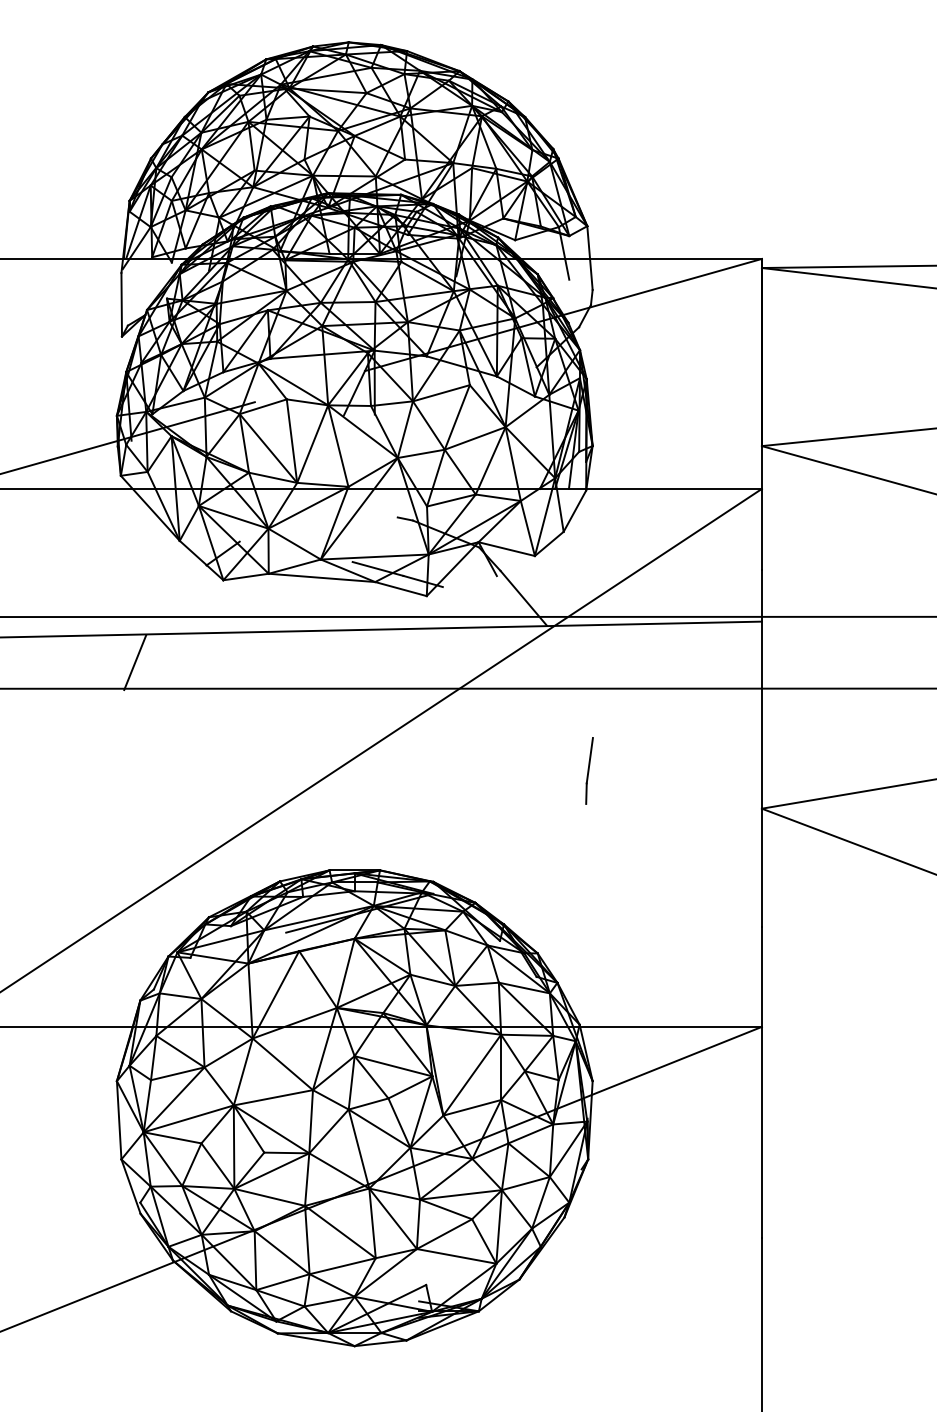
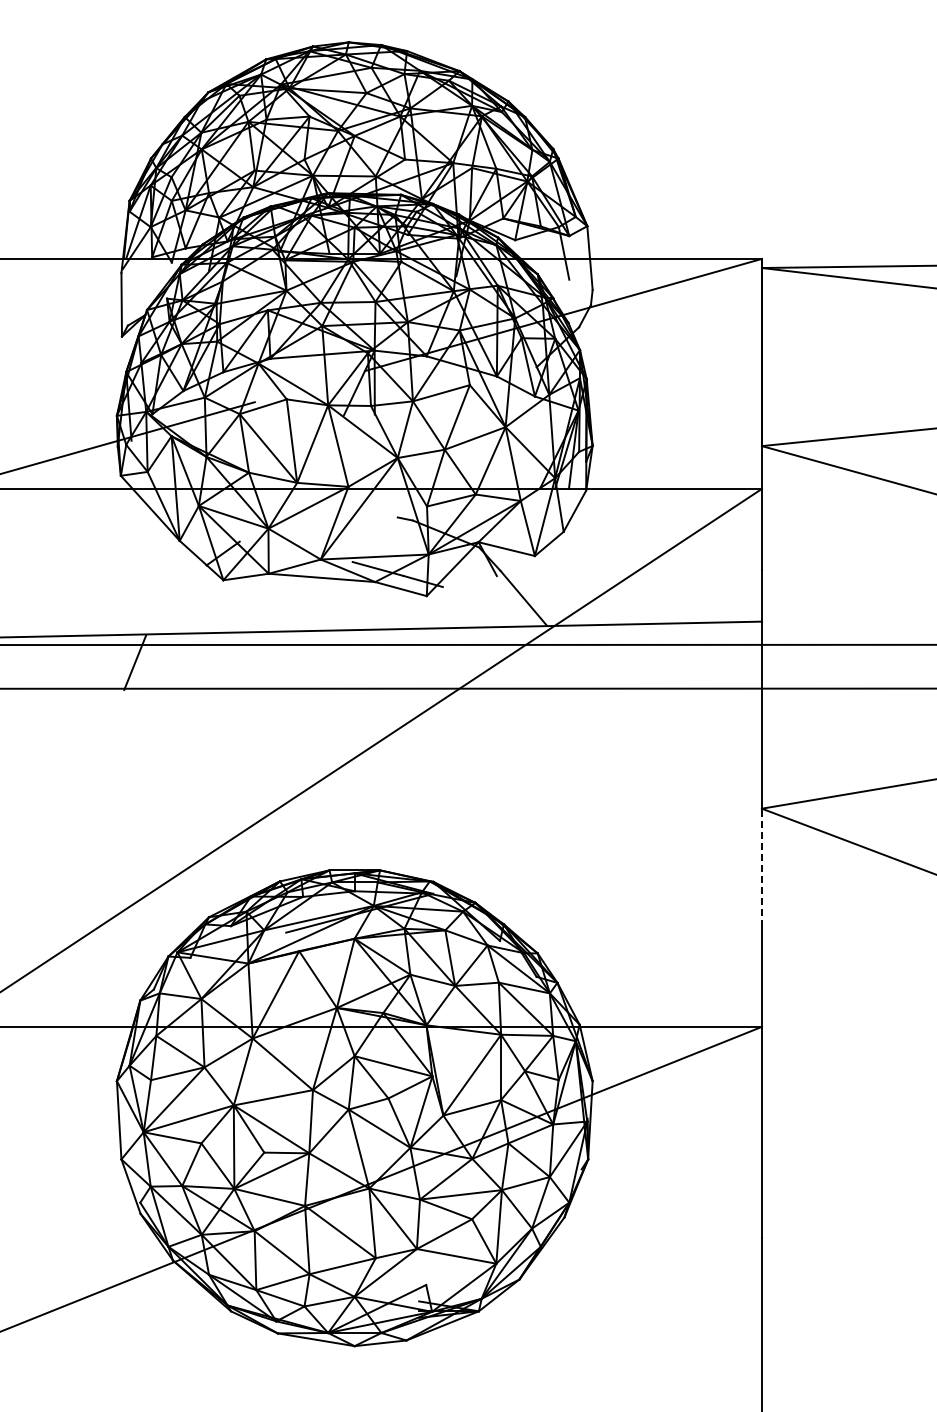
line at (467, 616) position: (467, 616) -> (467, 644)
part at (589, 770): present -> none
line at (761, 867): solid -> dashed
